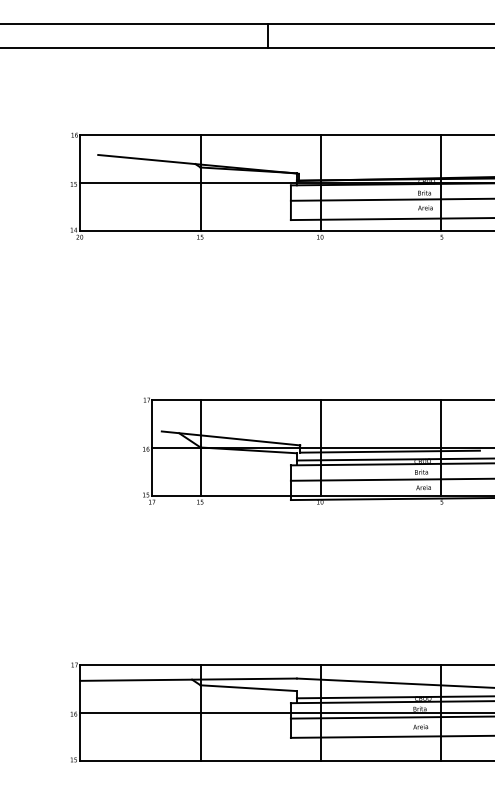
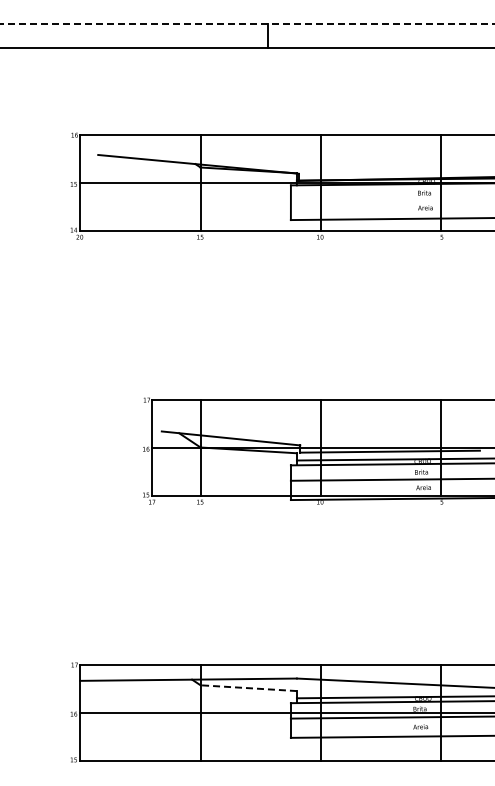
line at (247, 23): solid -> dashed
line at (390, 199): present -> none
line at (248, 688): solid -> dashed
